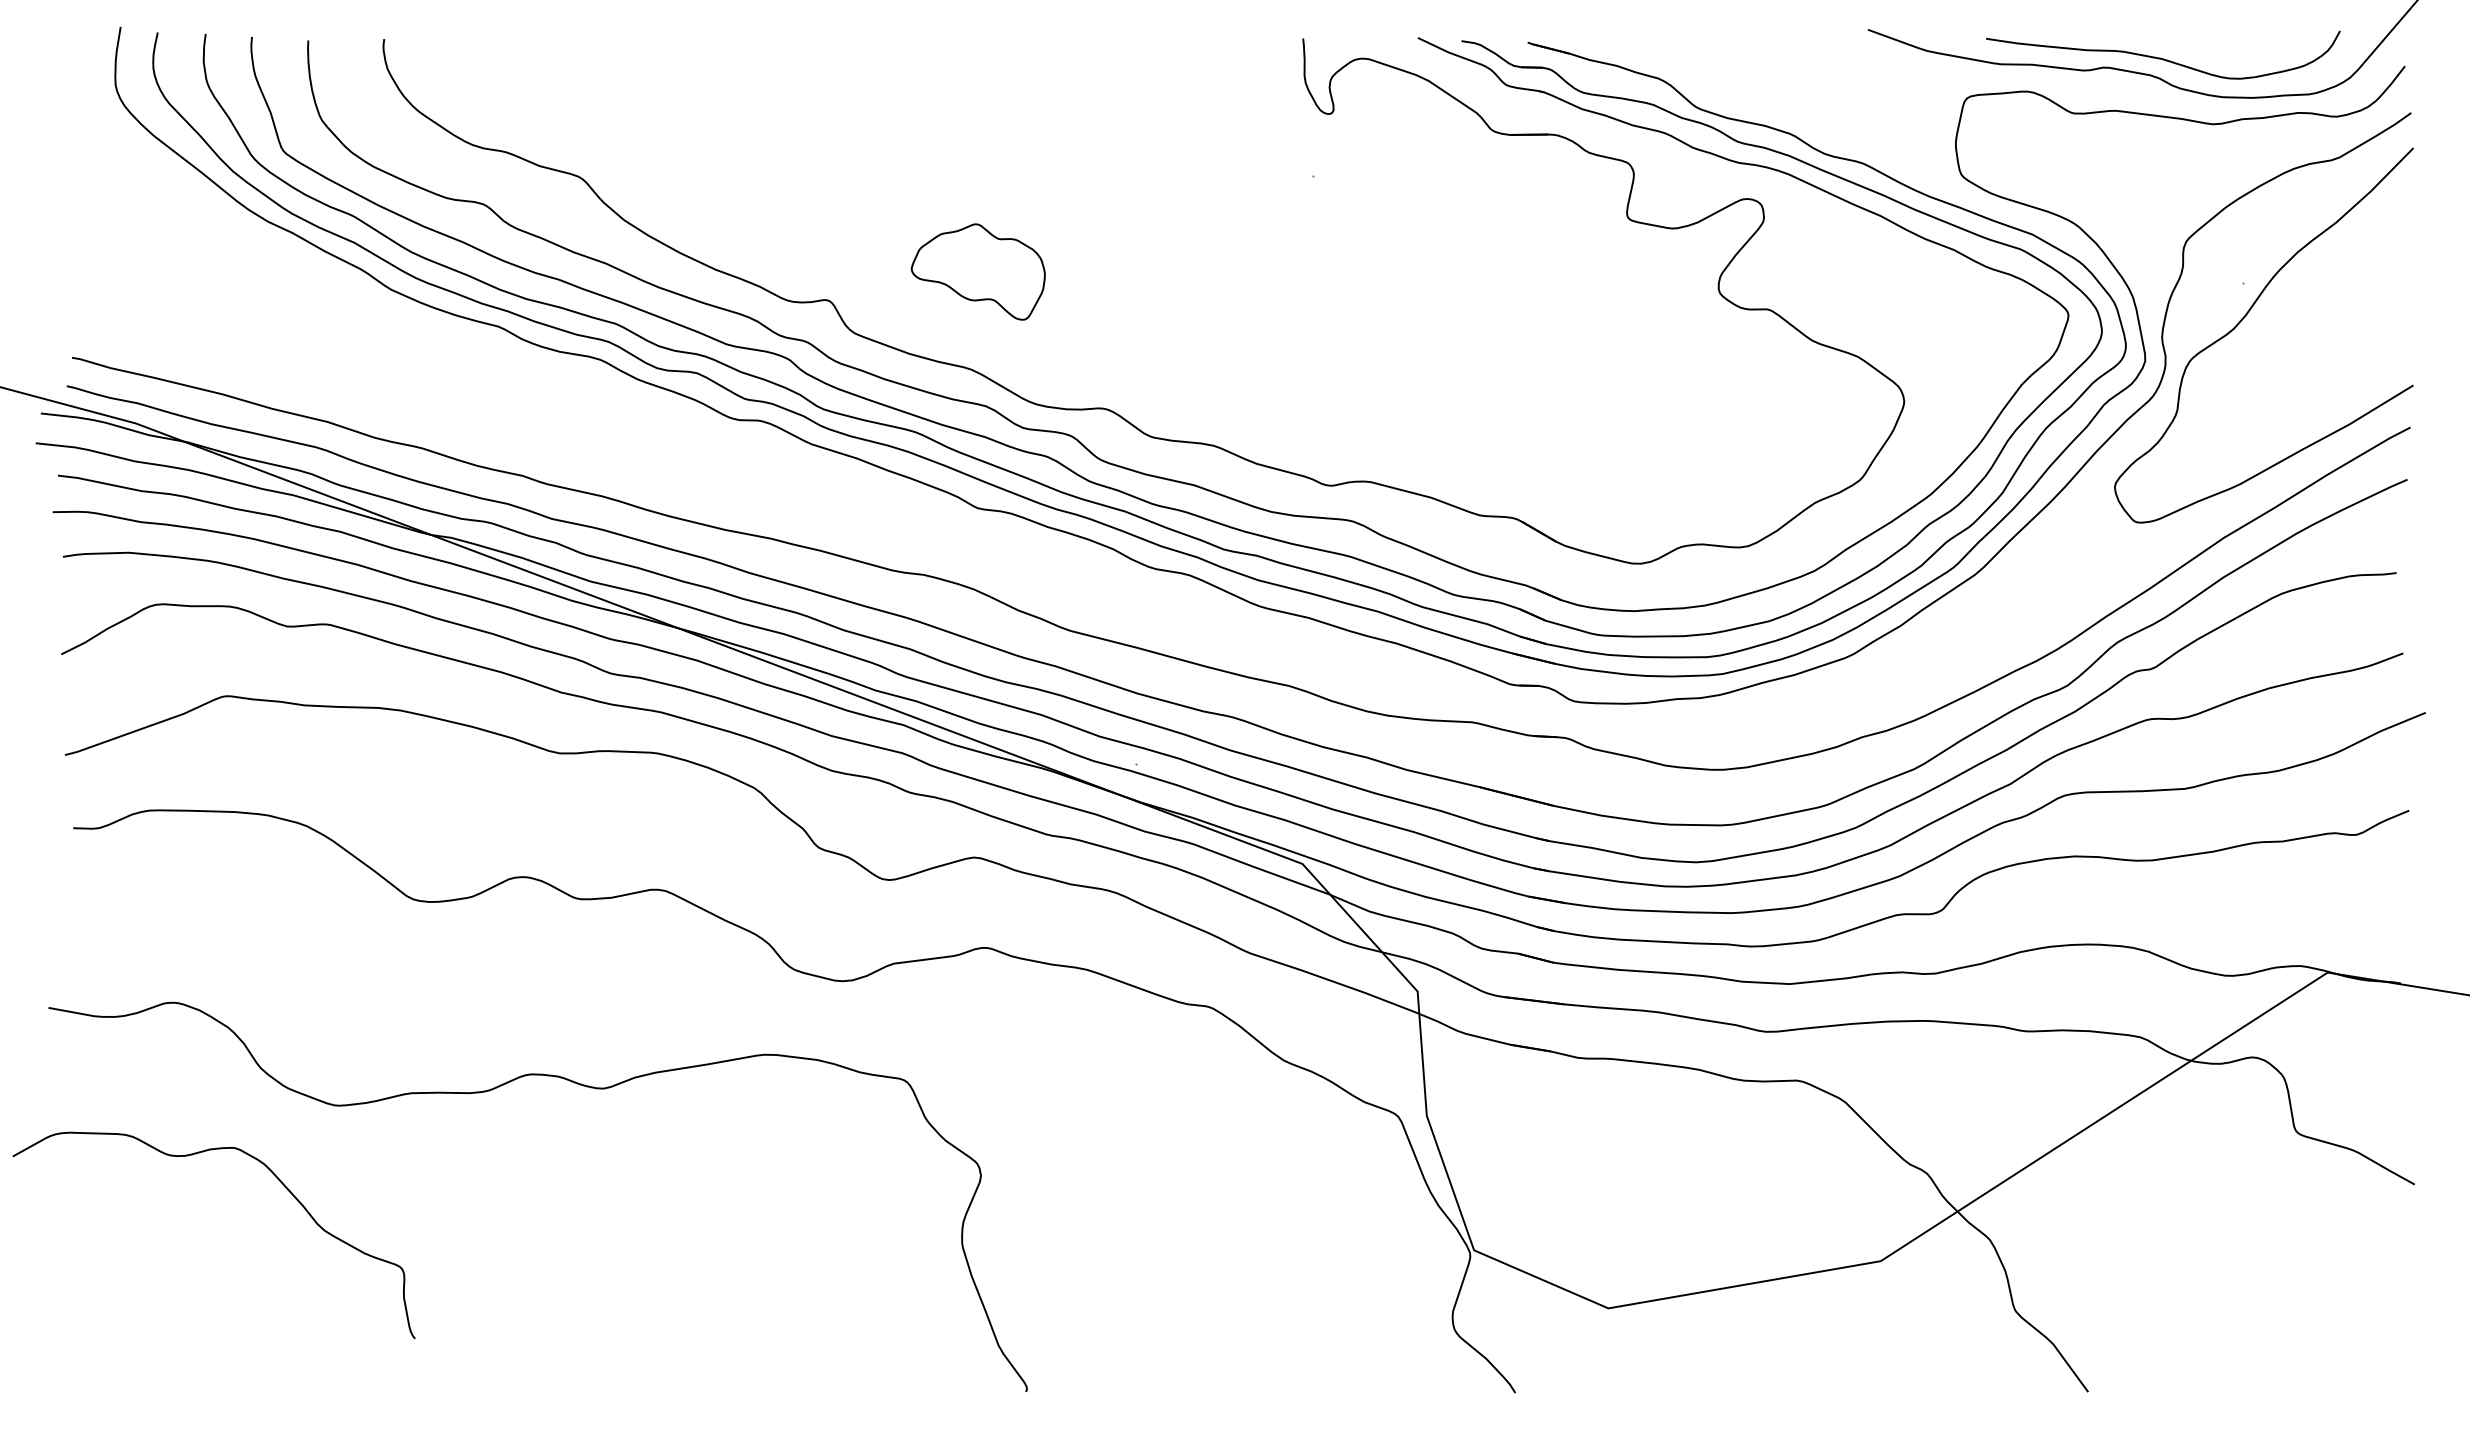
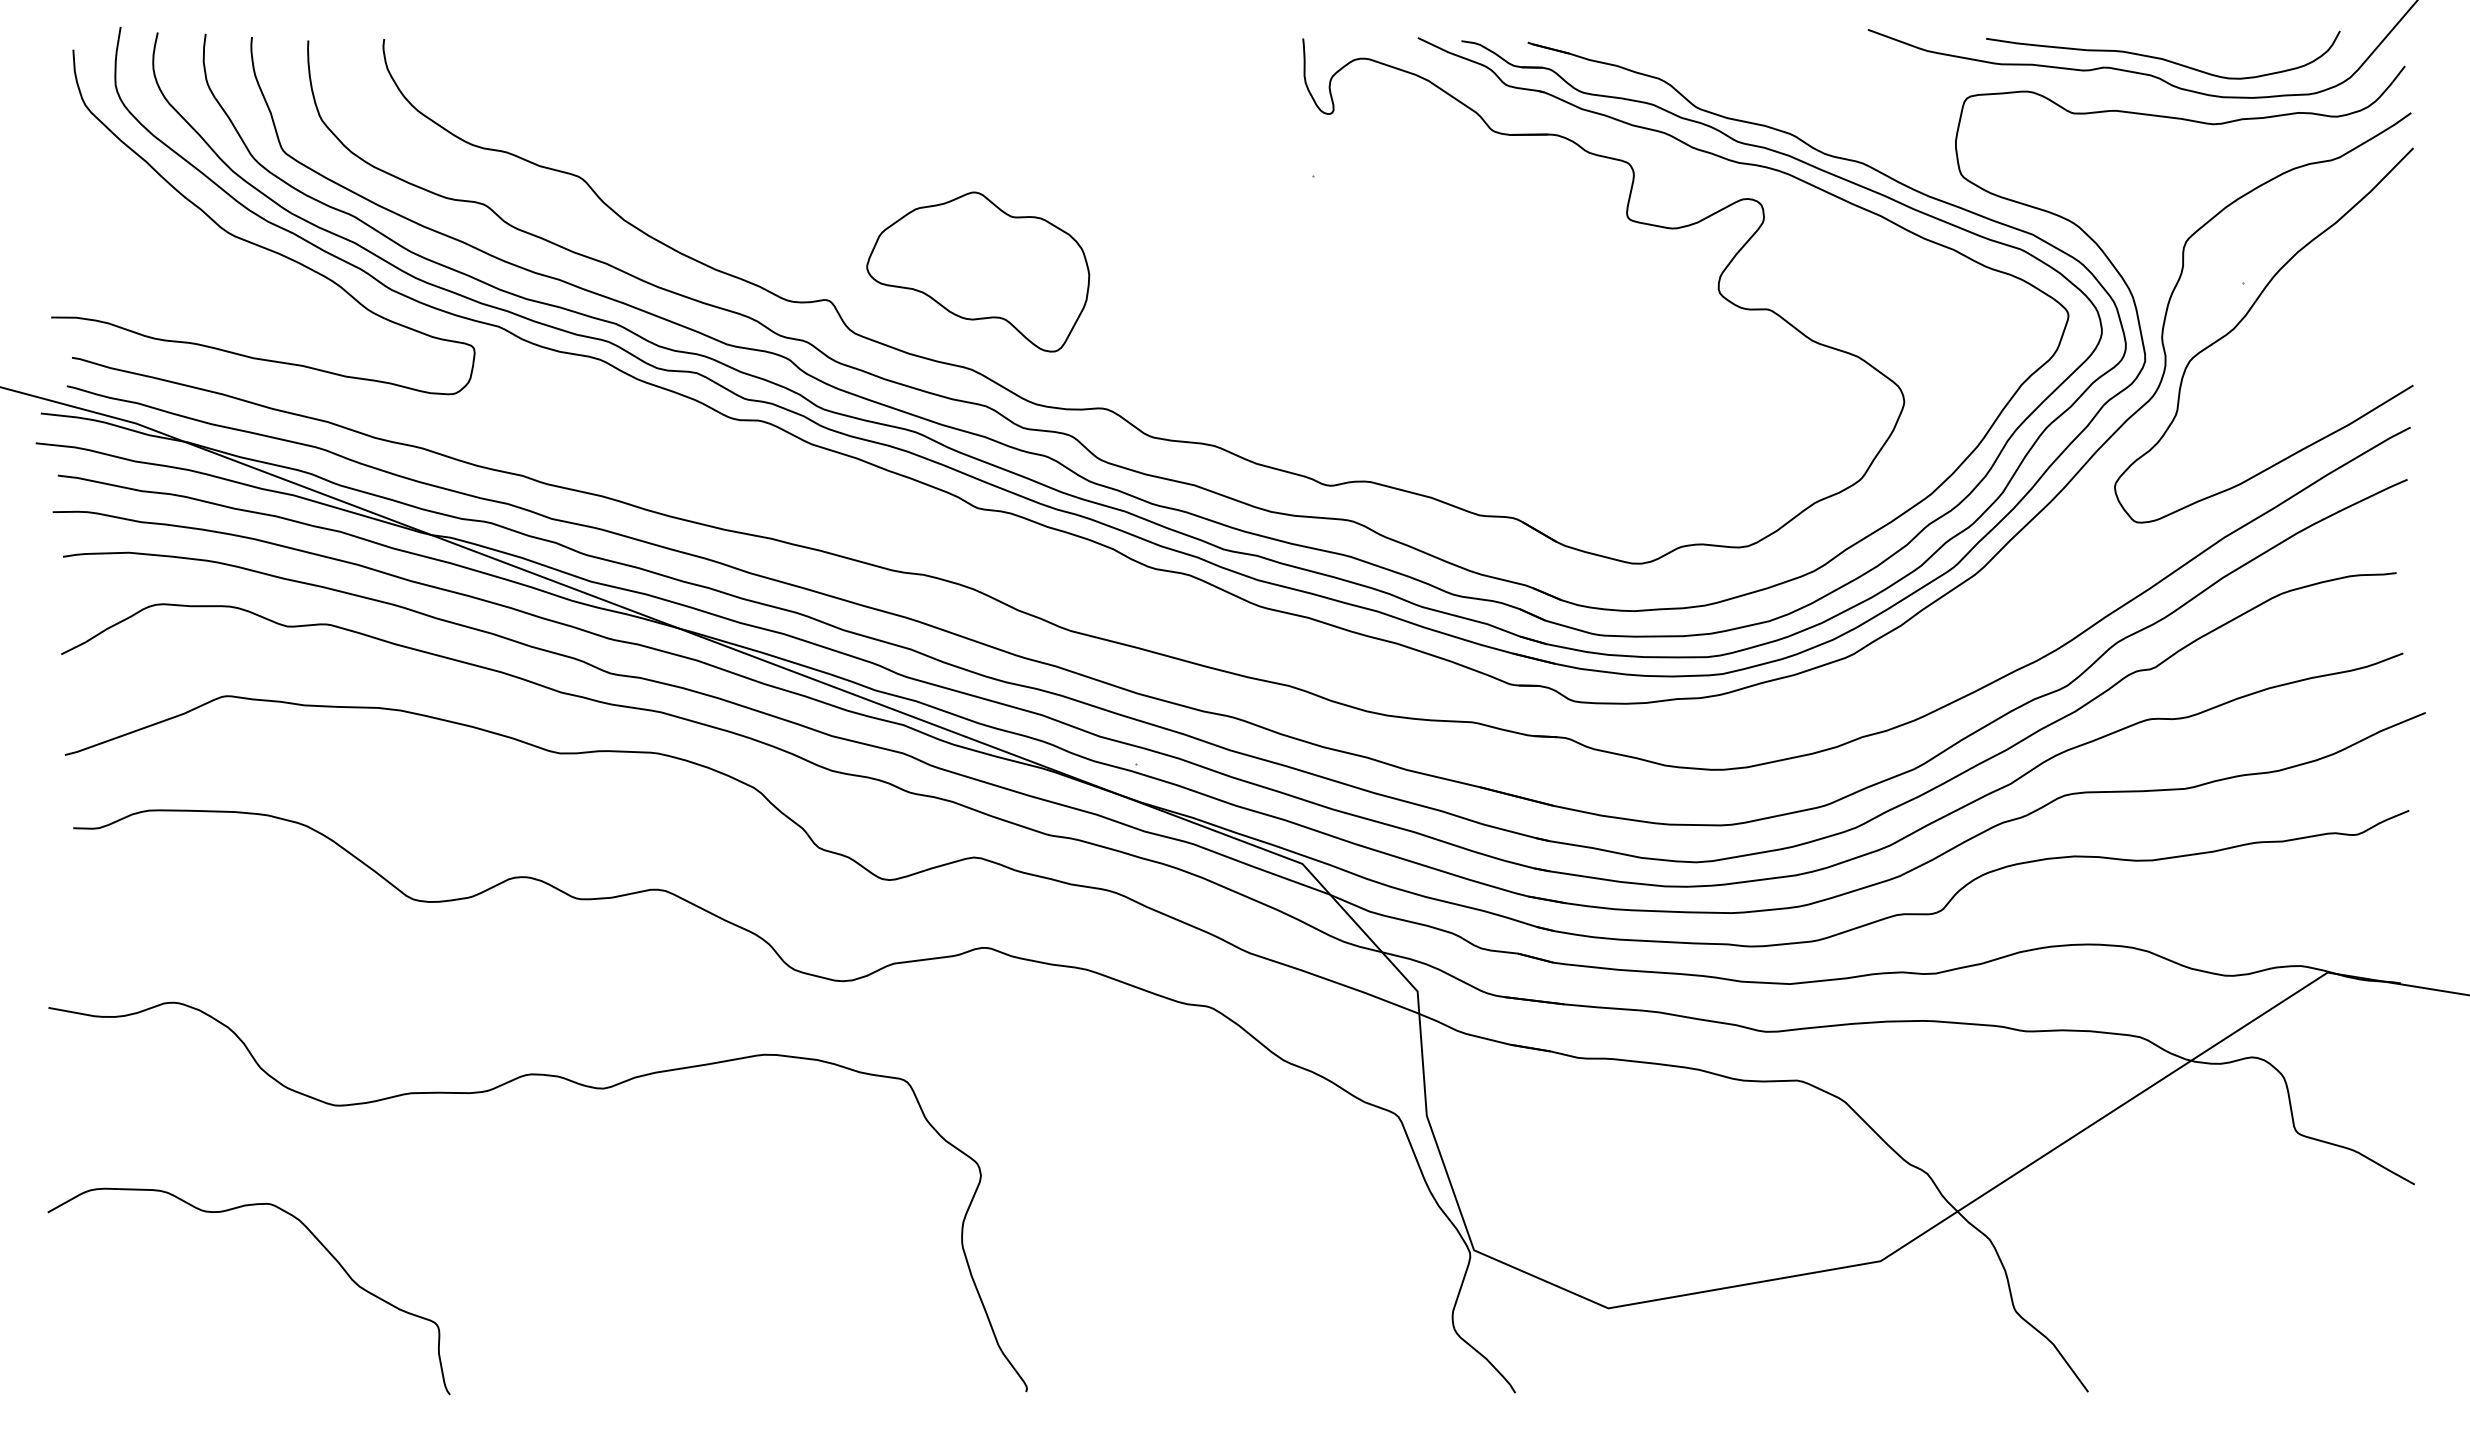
curve at (256, 243): none -> present
part at (977, 271) size: 136x98 px -> 225x162 px
curve at (192, 1155) position: (192, 1155) -> (227, 1211)
